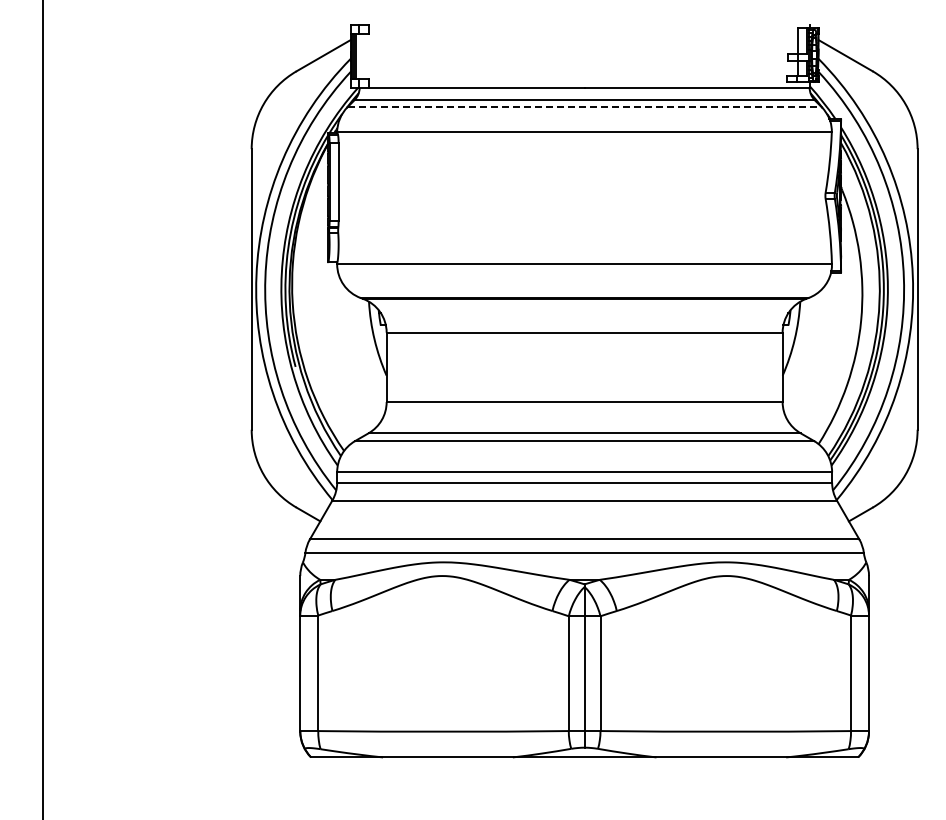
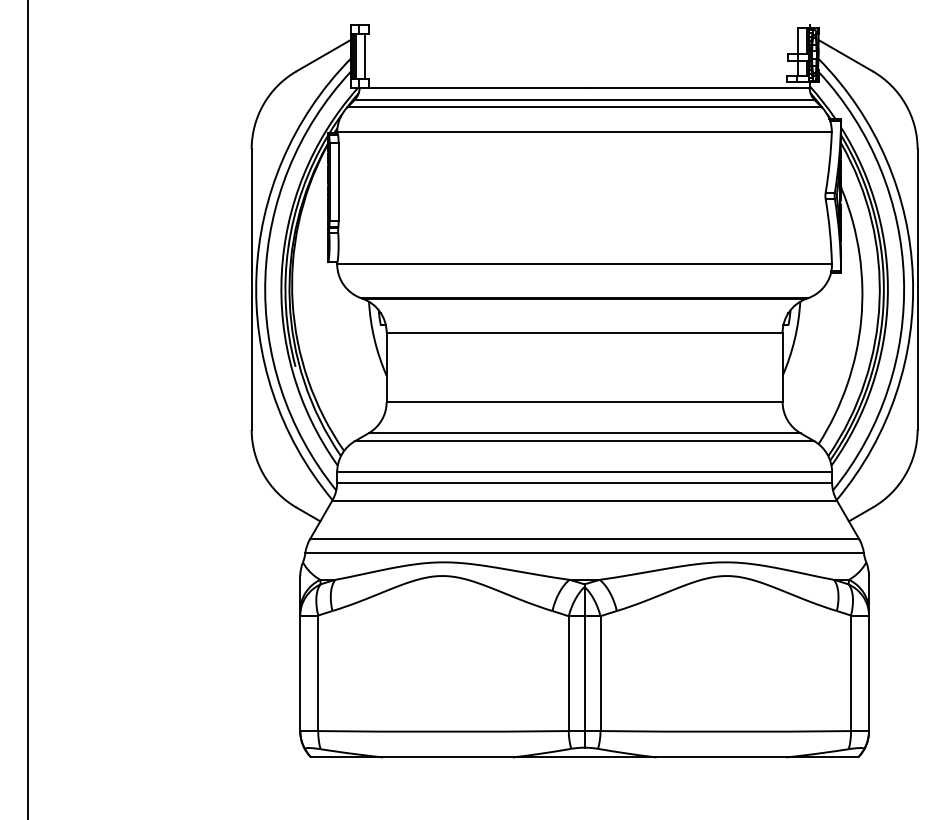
line at (365, 55): none -> present
line at (584, 107): dashed -> solid
line at (43, 409) position: (43, 409) -> (28, 409)
